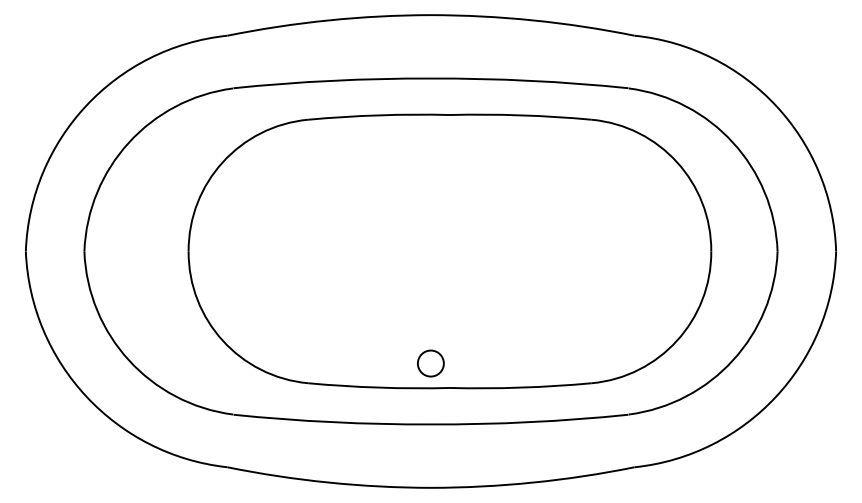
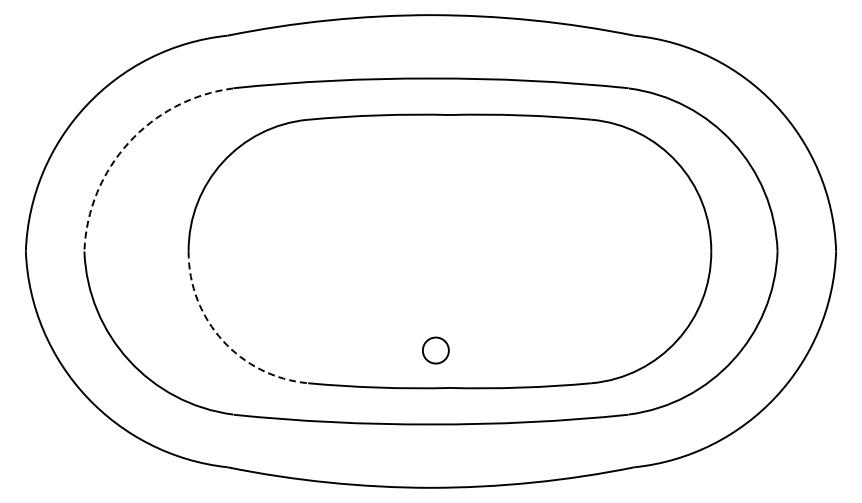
arc at (128, 142): solid -> dashed
arc at (222, 340): solid -> dashed
circle at (430, 363) position: (430, 363) -> (435, 350)
